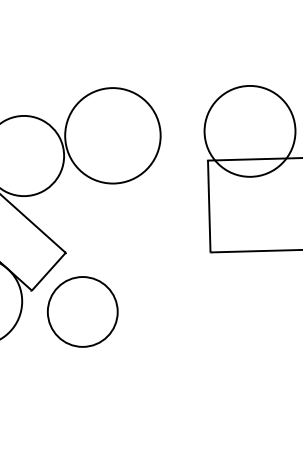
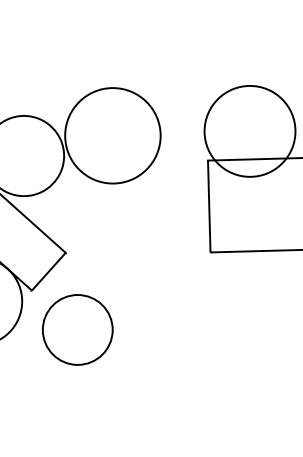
circle at (82, 311) position: (82, 311) -> (77, 329)
